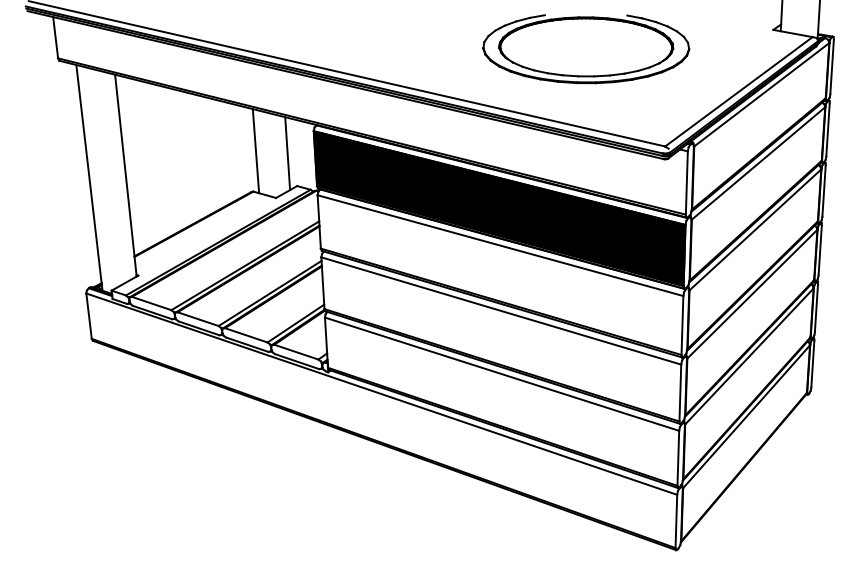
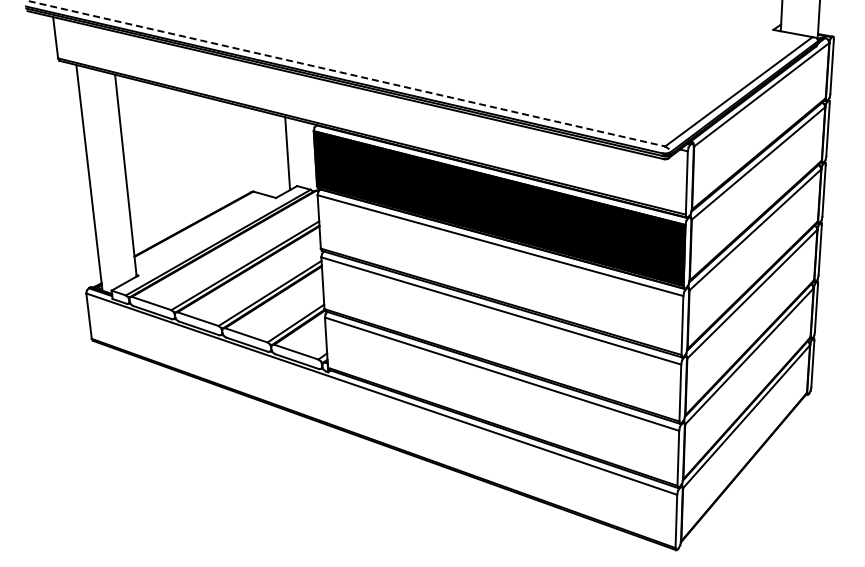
part at (586, 49): present -> none
line at (347, 73): solid -> dashed
line at (255, 151): present -> none
